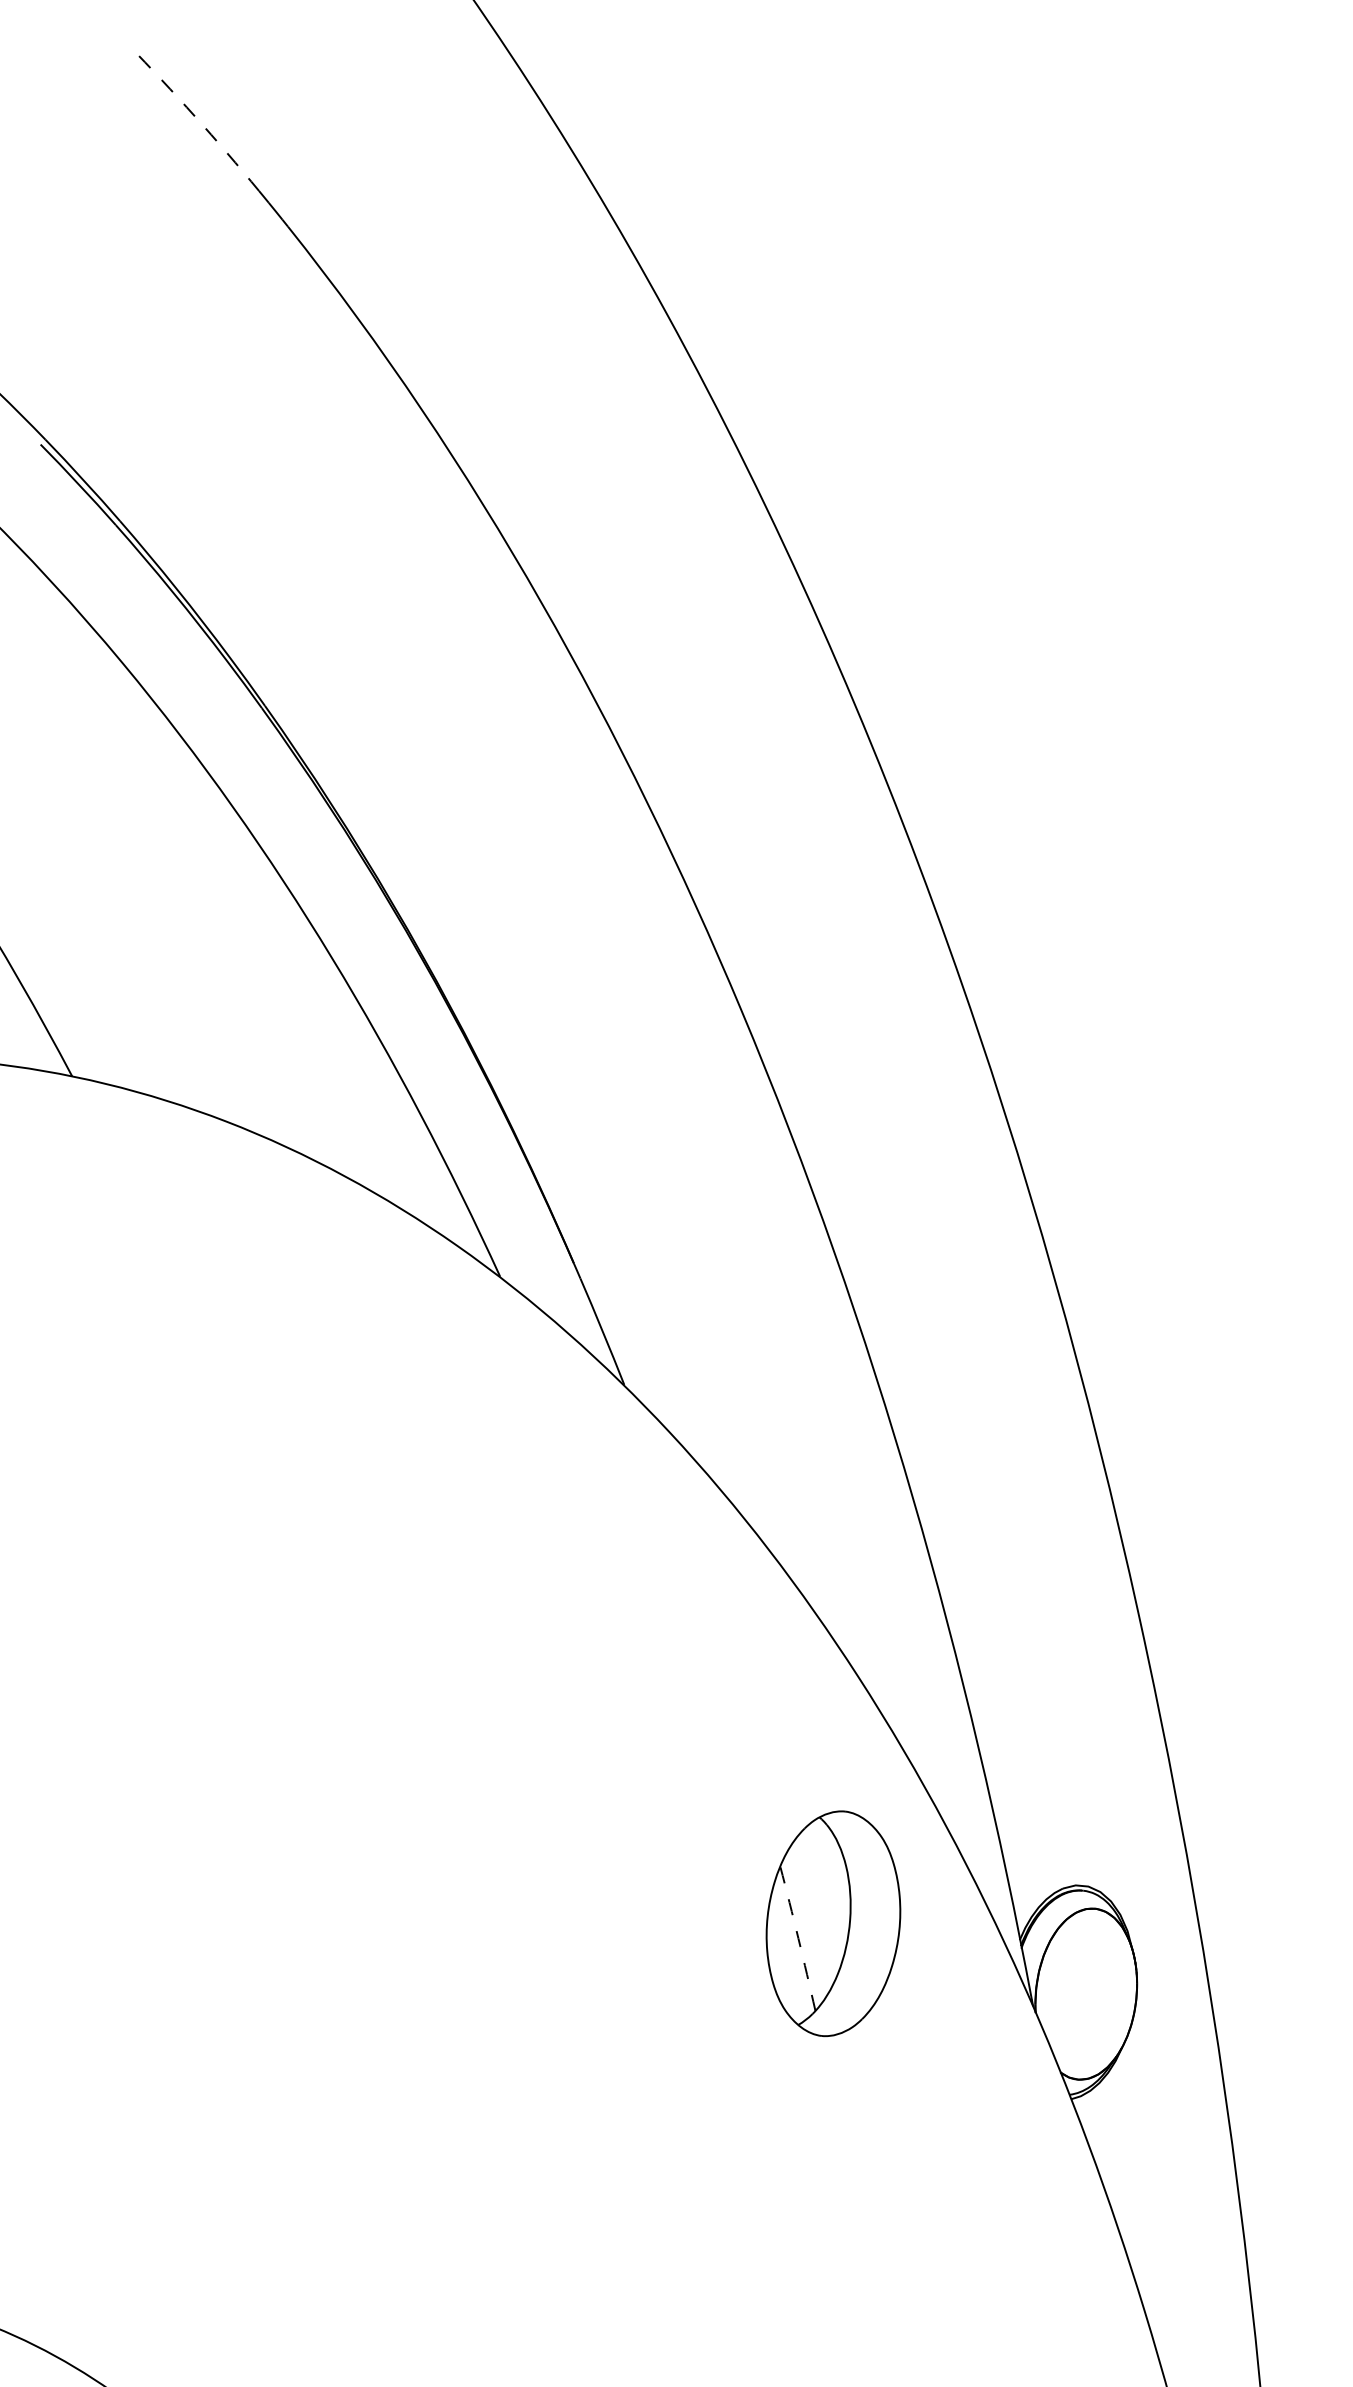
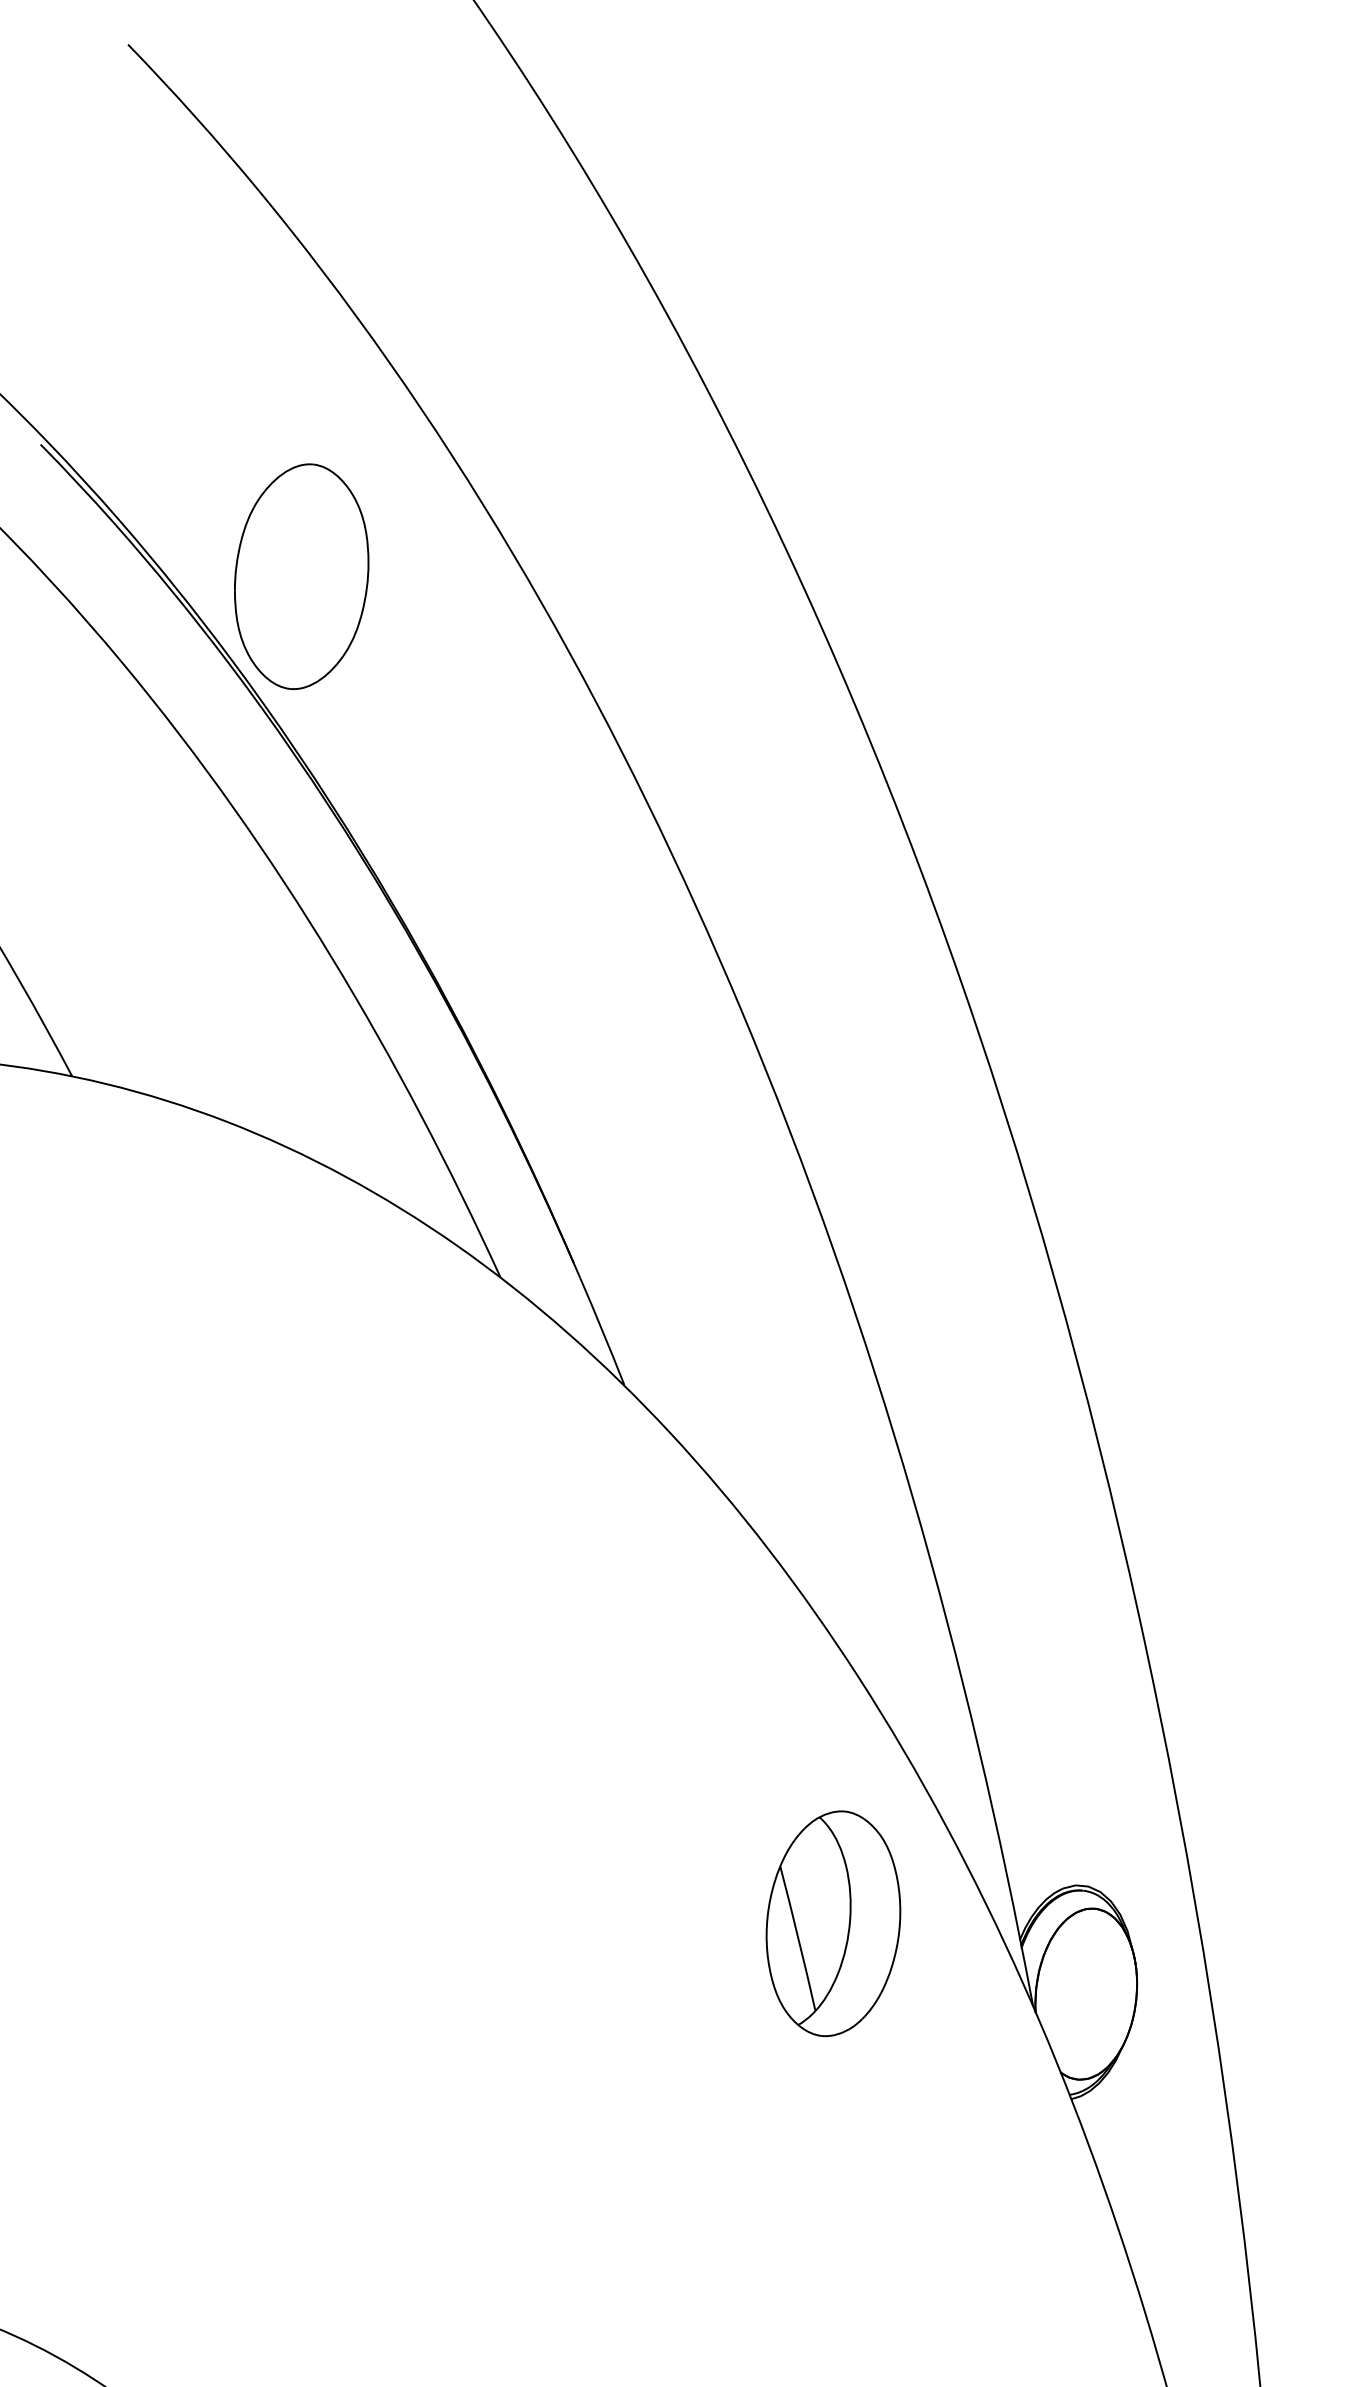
arc at (195, 116): dashed -> solid
part at (301, 576): none -> present
arc at (798, 1938): dashed -> solid
